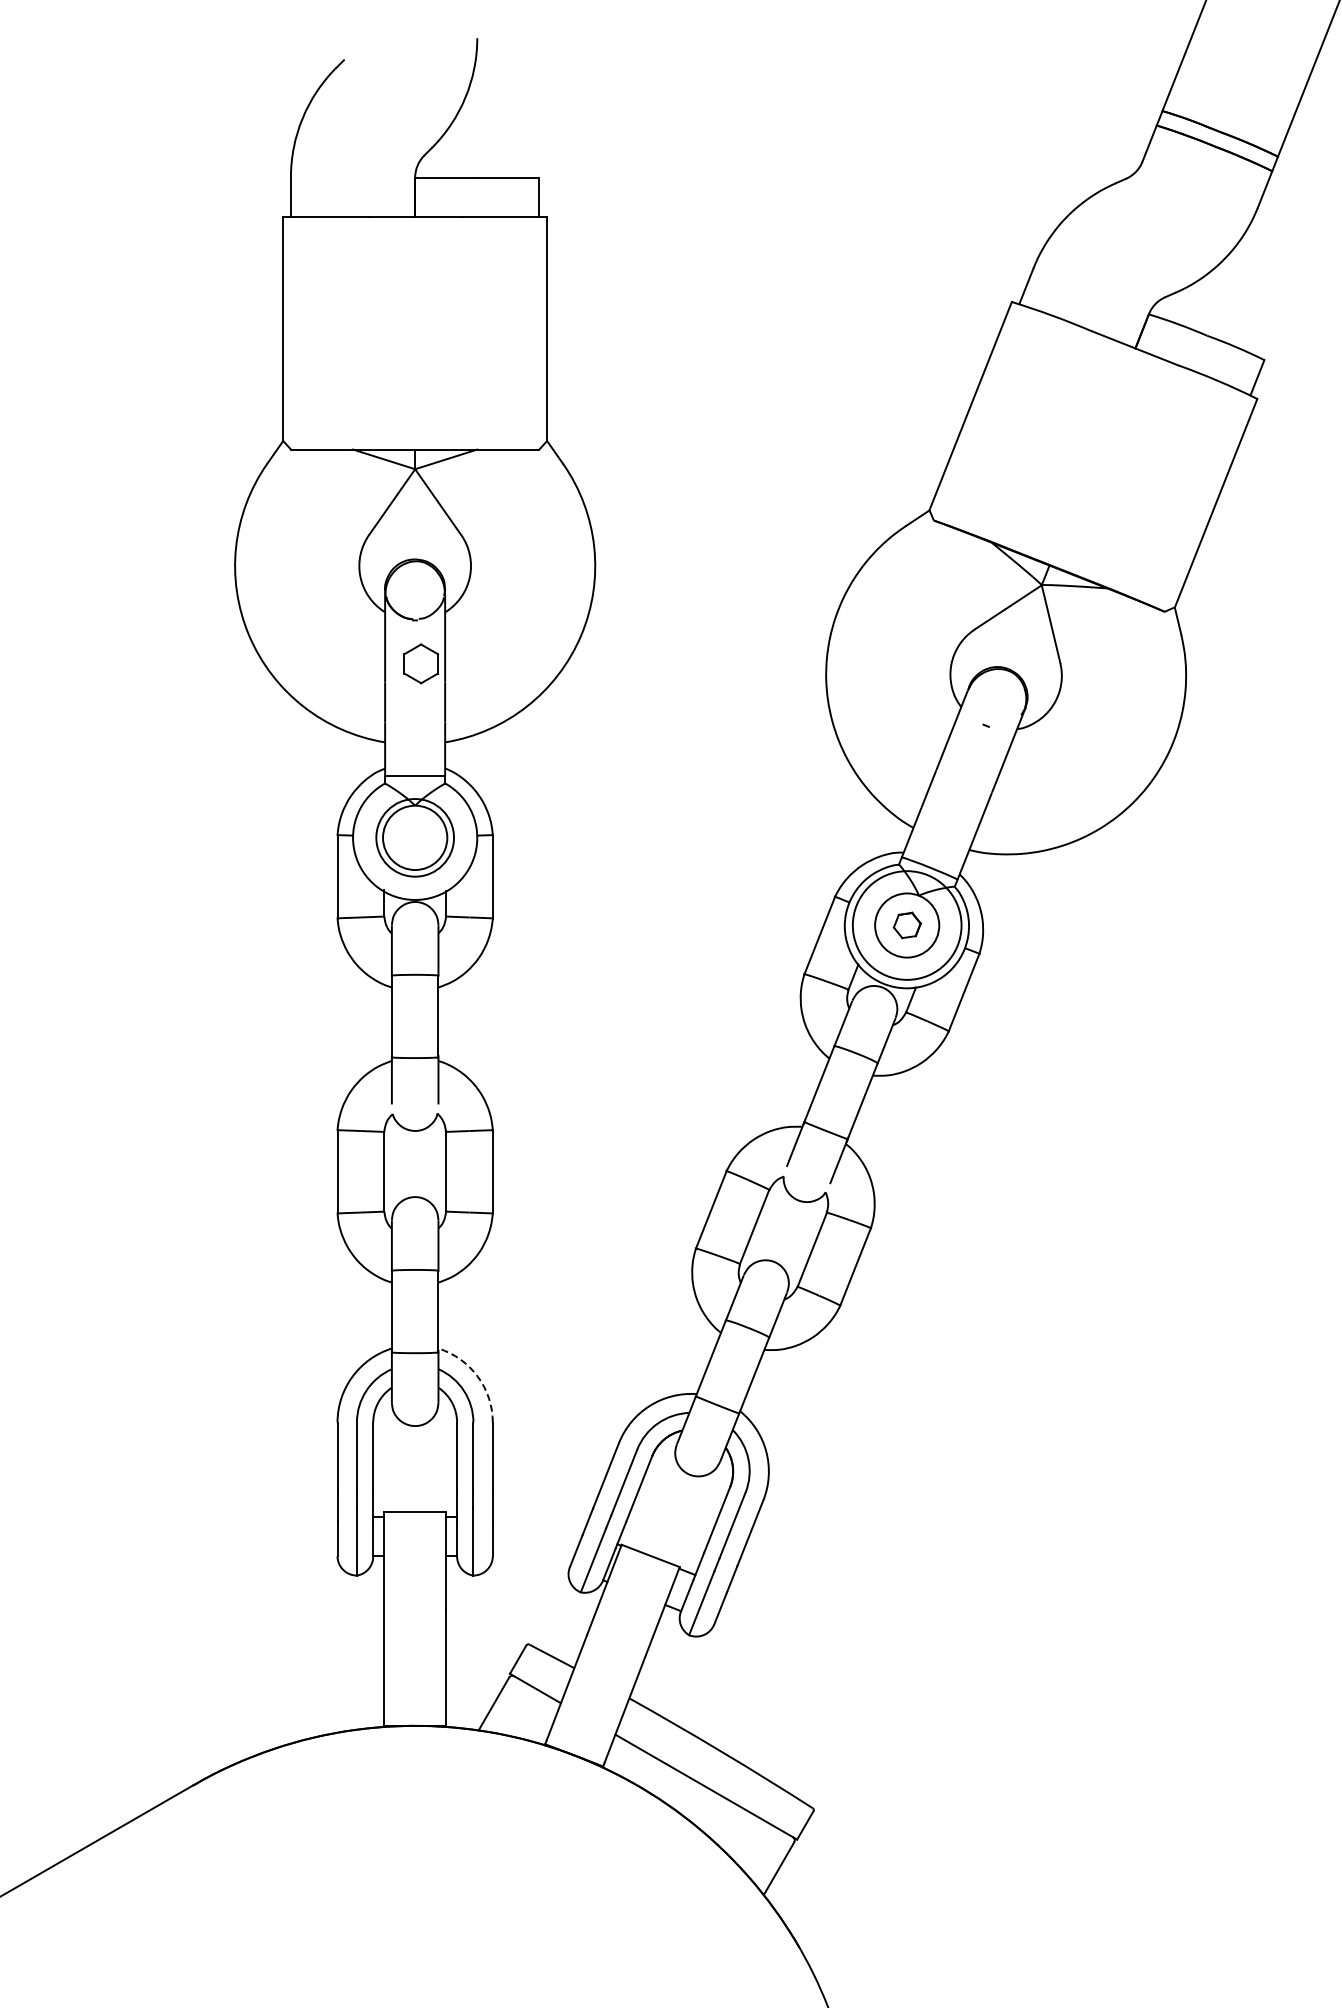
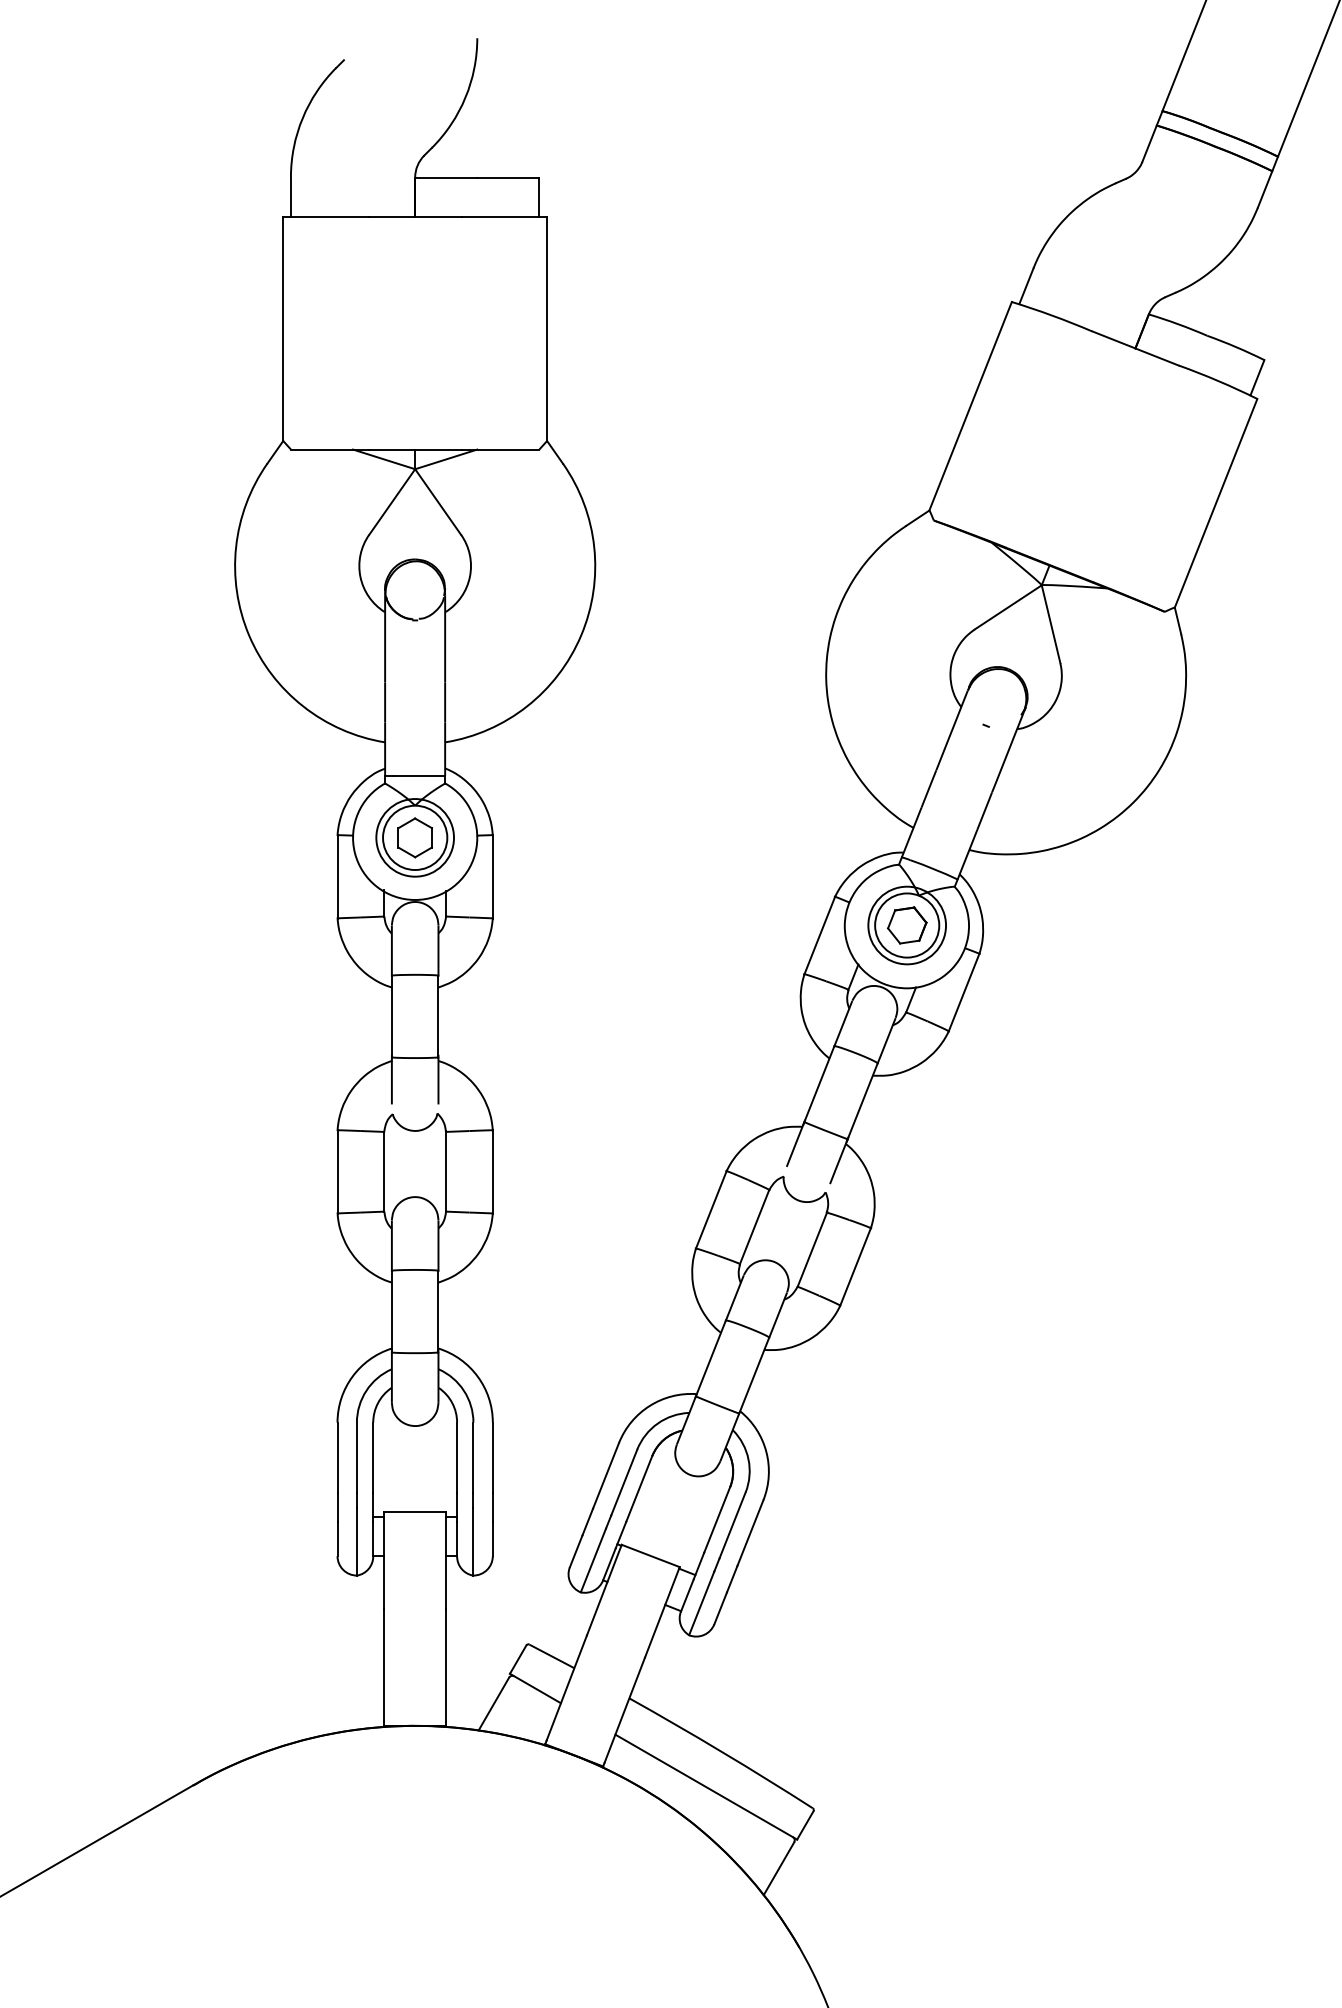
part at (420, 663) position: (420, 663) -> (414, 837)
circle at (906, 925) diameter: 109 px -> 78 px
part at (906, 925) size: 30x29 px -> 41x39 px
arc at (477, 1376): dashed -> solid
